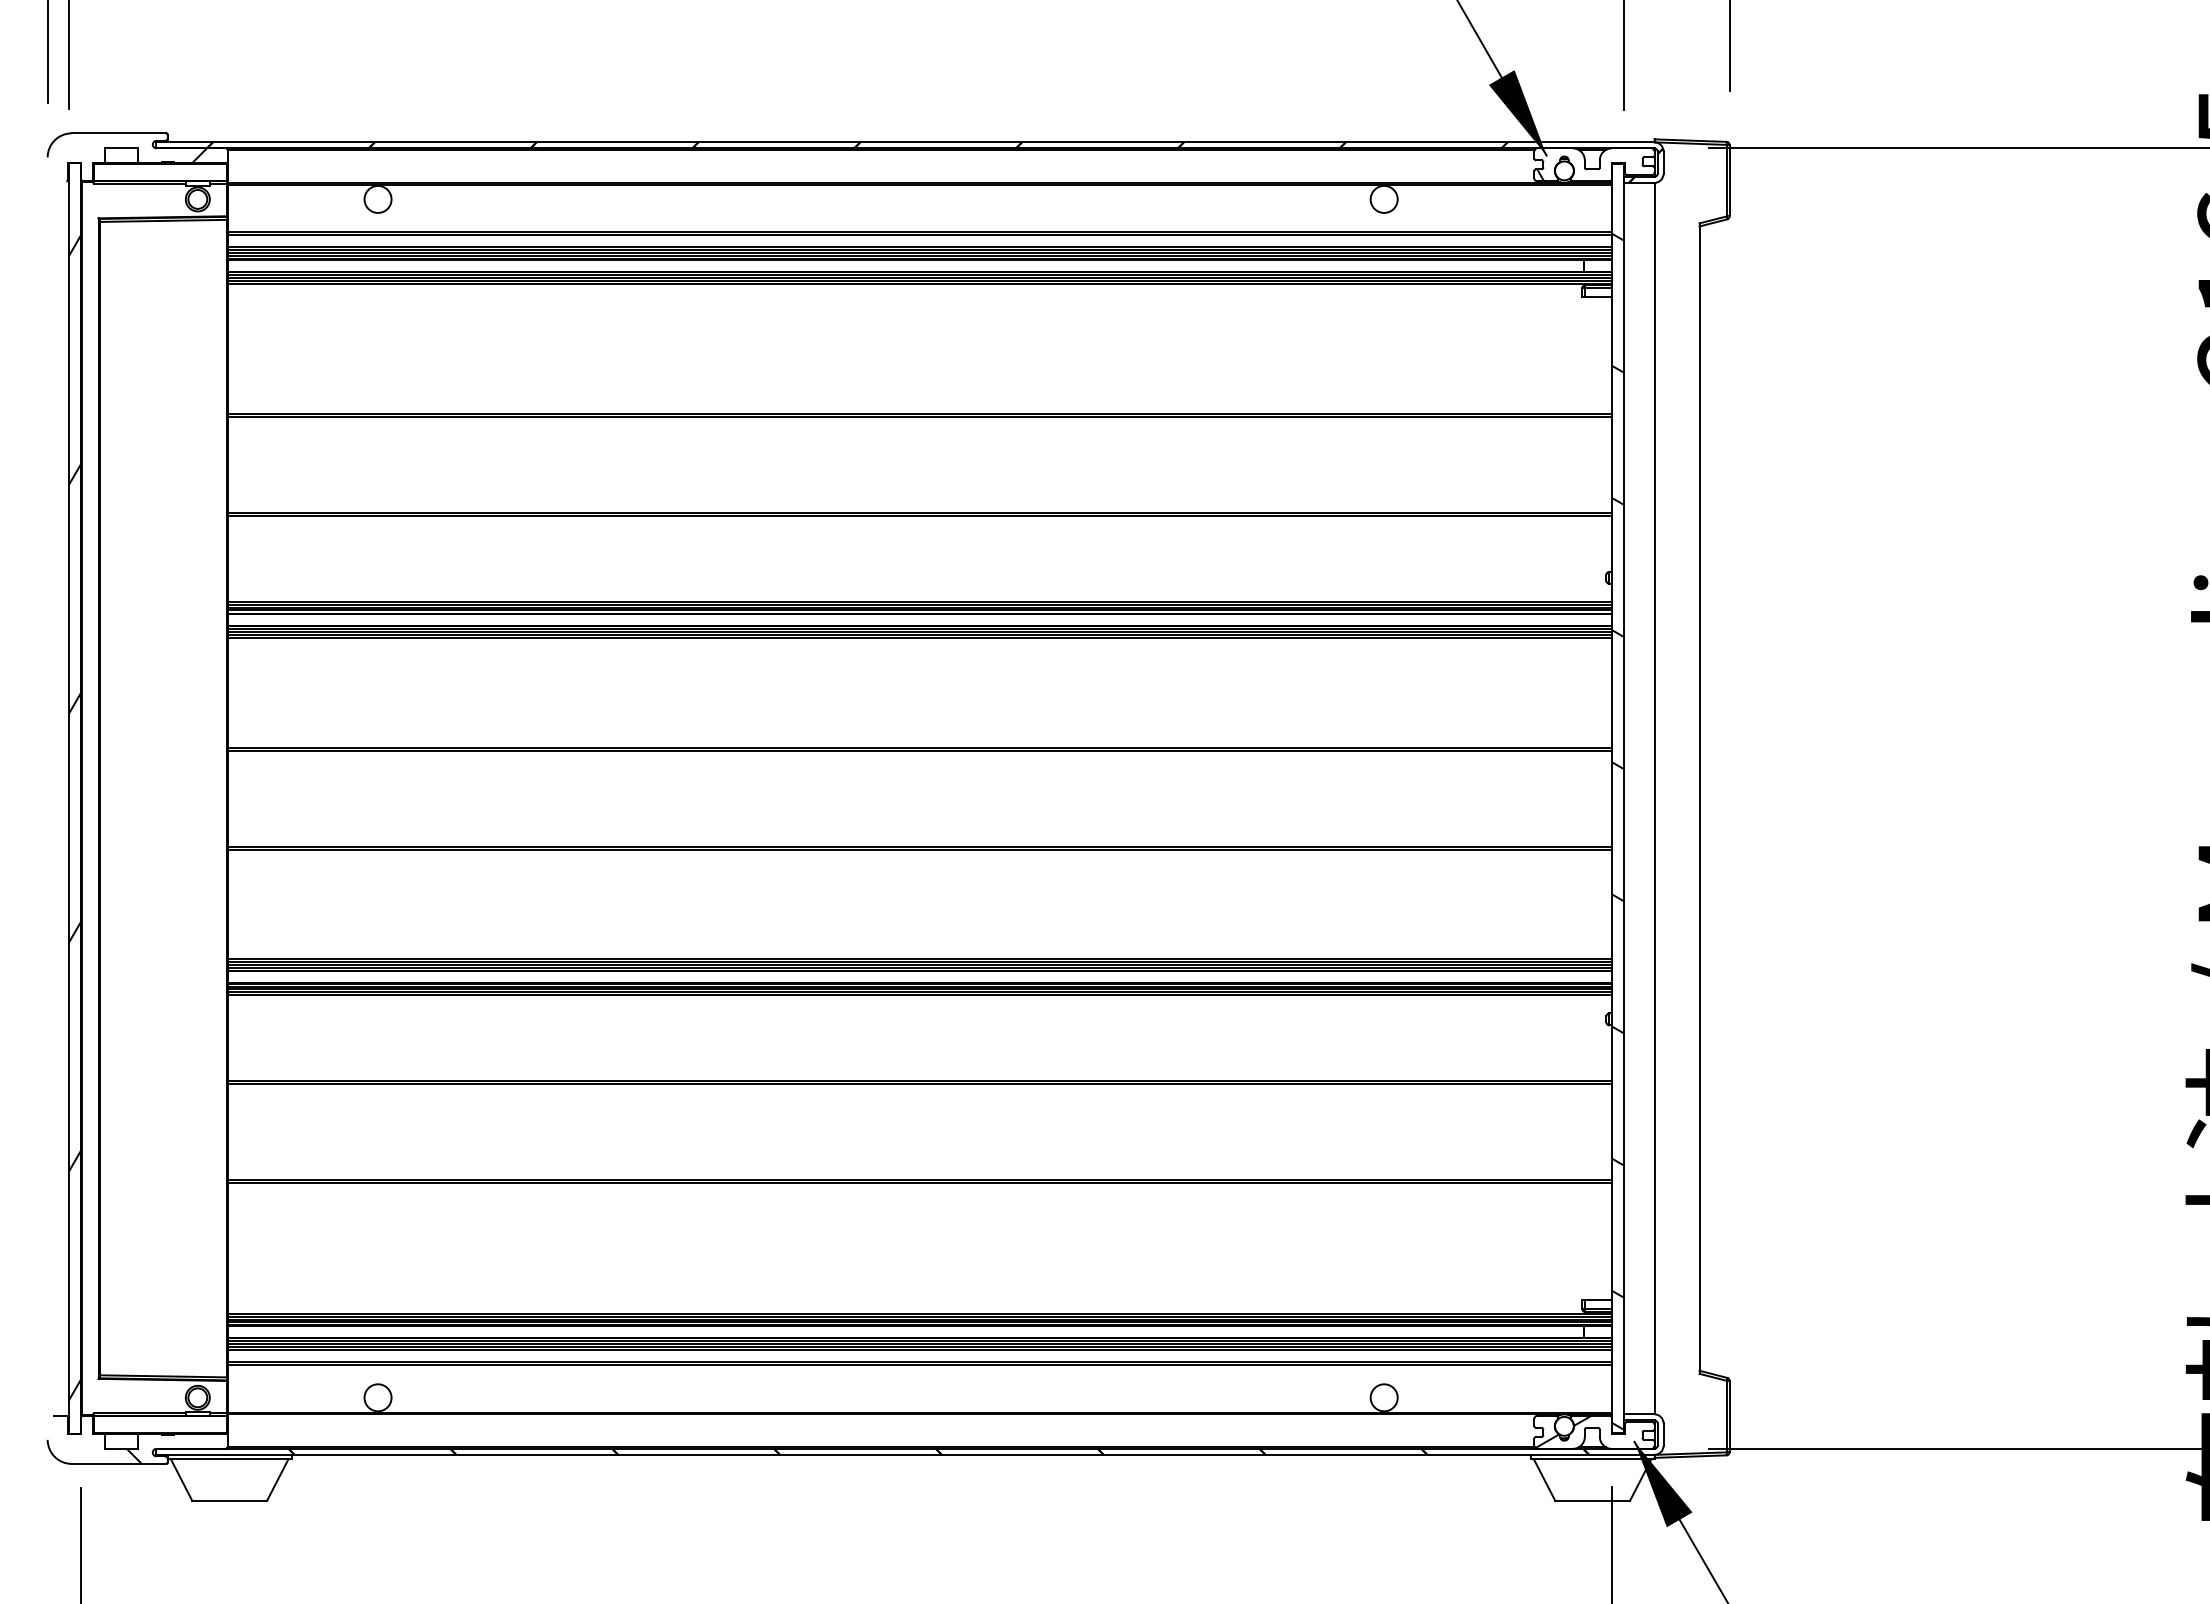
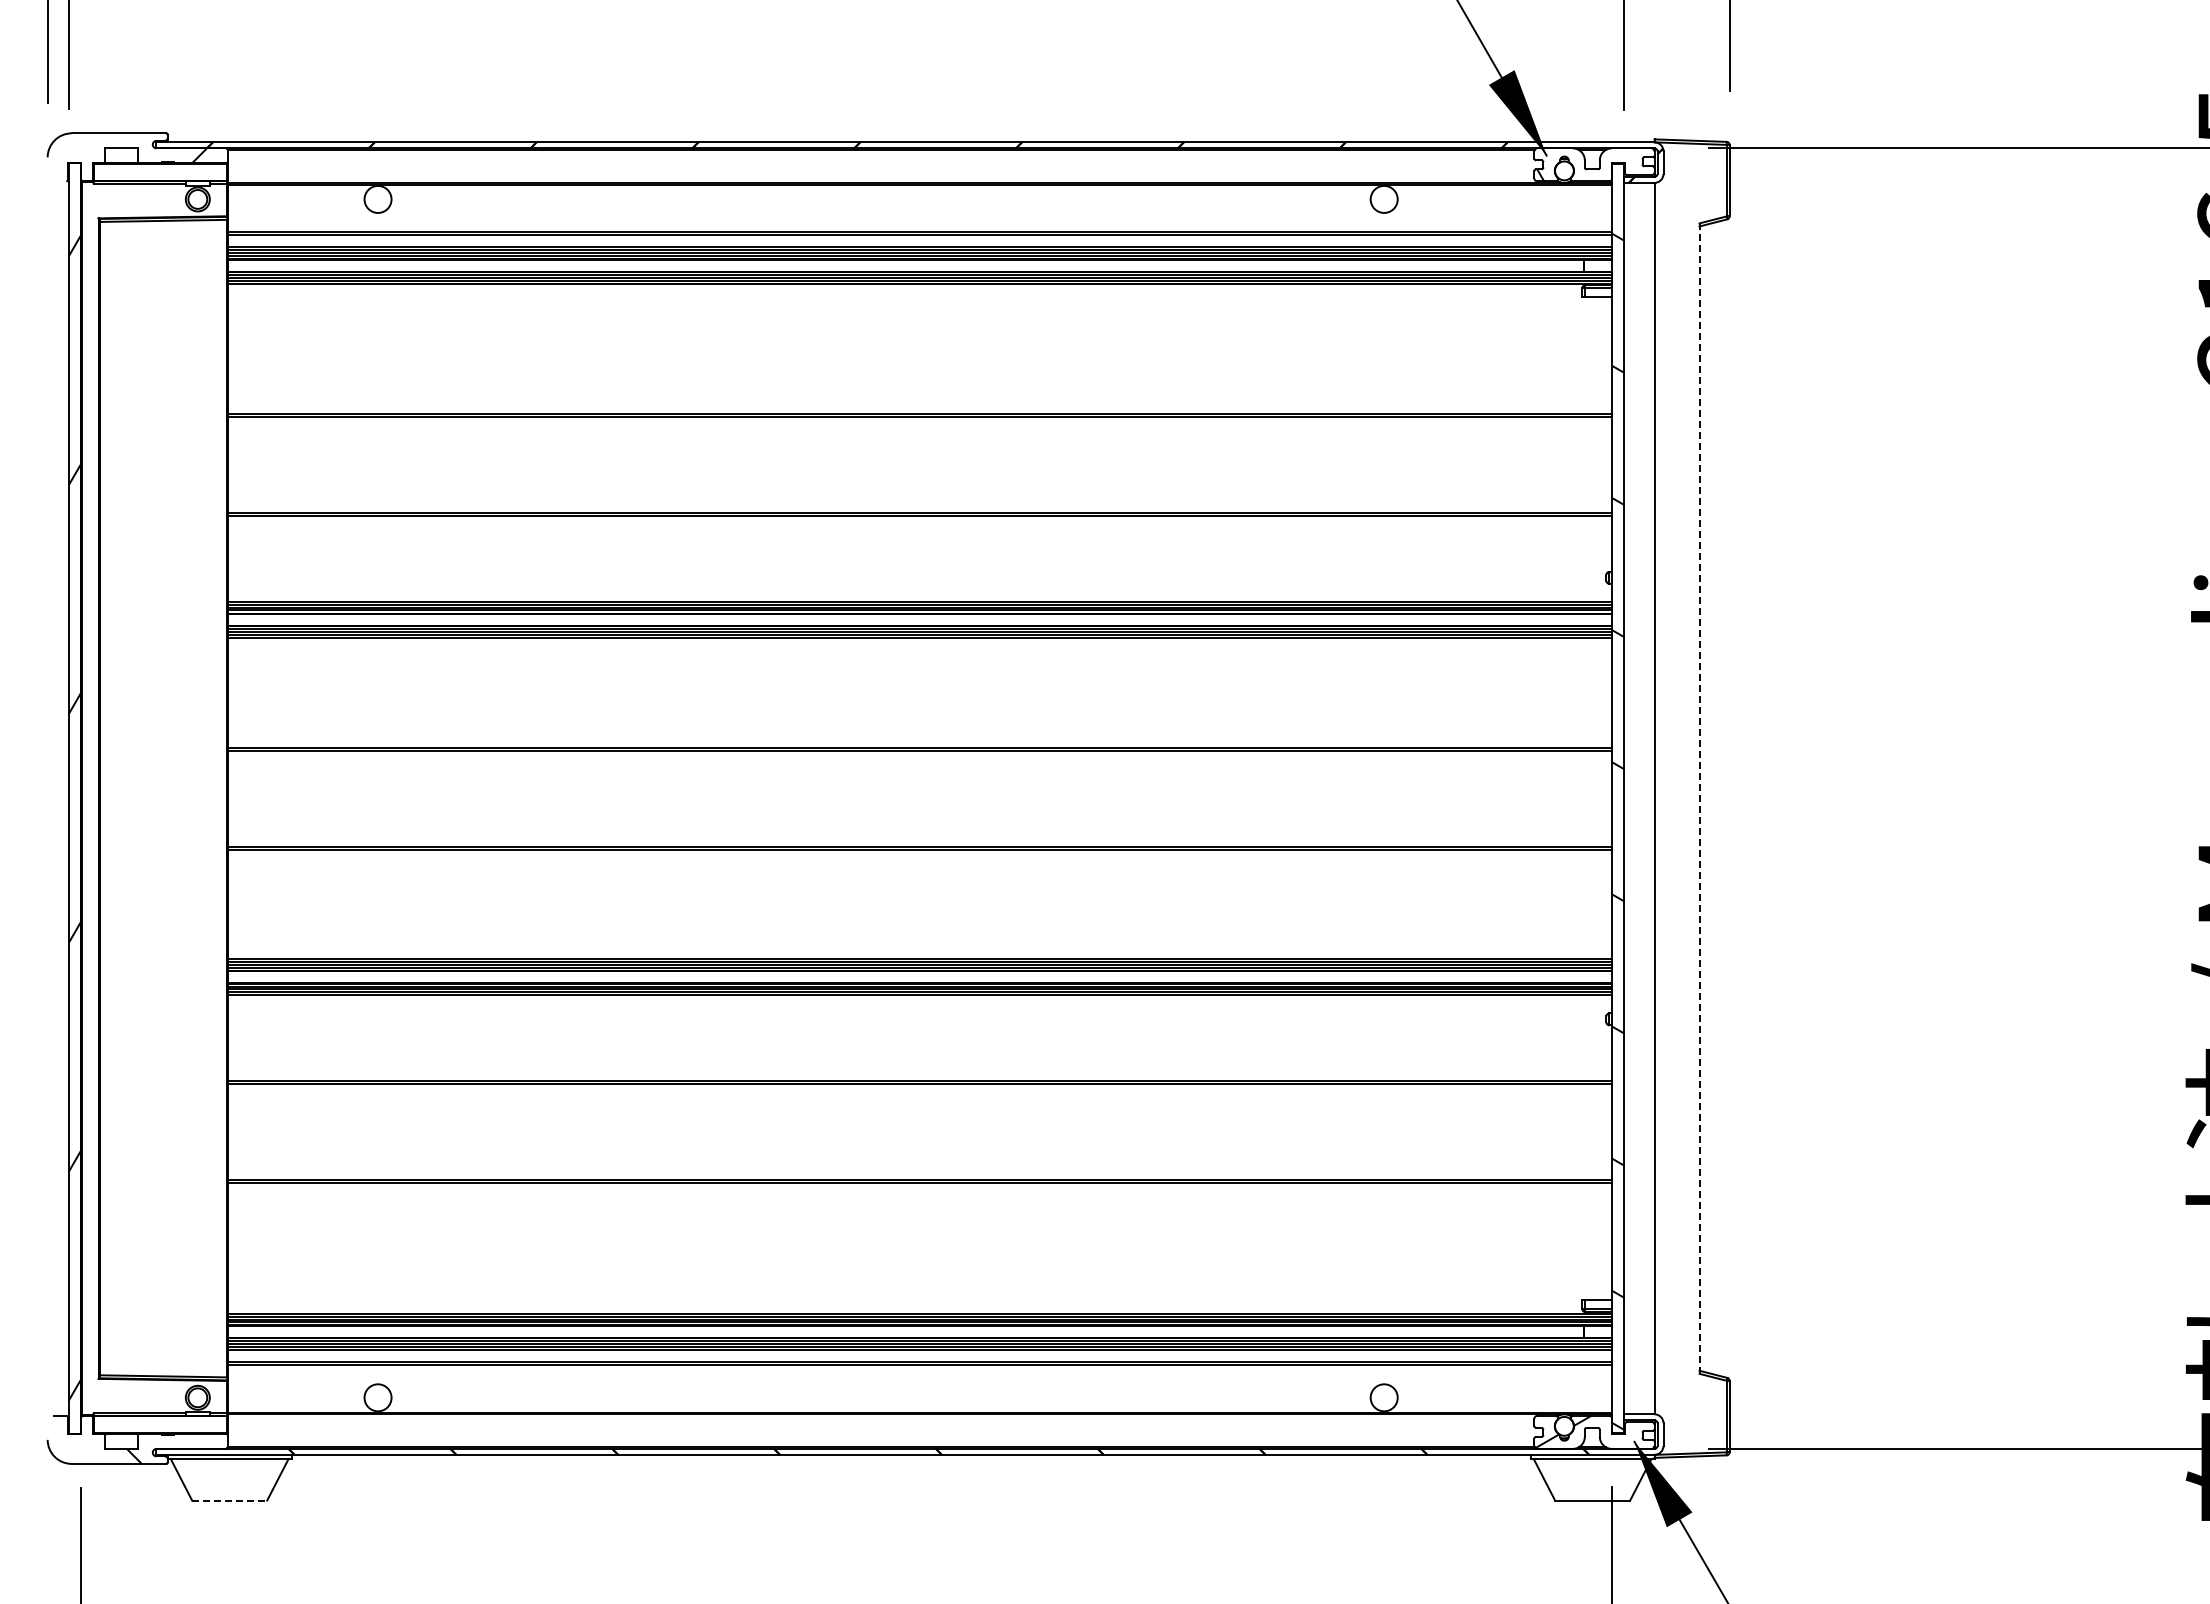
line at (1699, 799): solid -> dashed
line at (229, 1500): solid -> dashed
